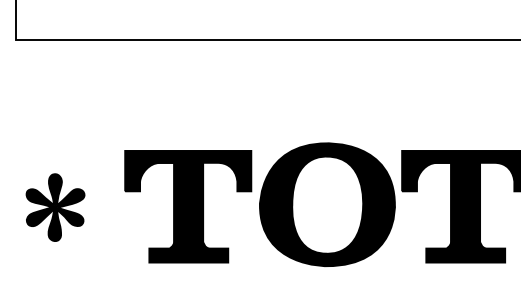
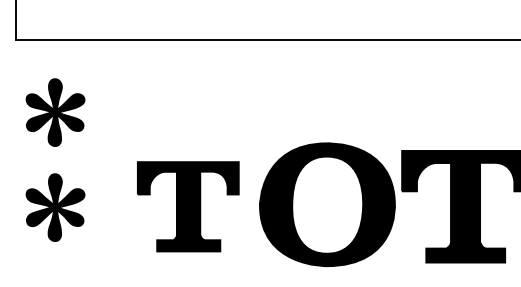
part at (55, 112): none -> present
part at (188, 206) size: 129x114 px -> 103x92 px
